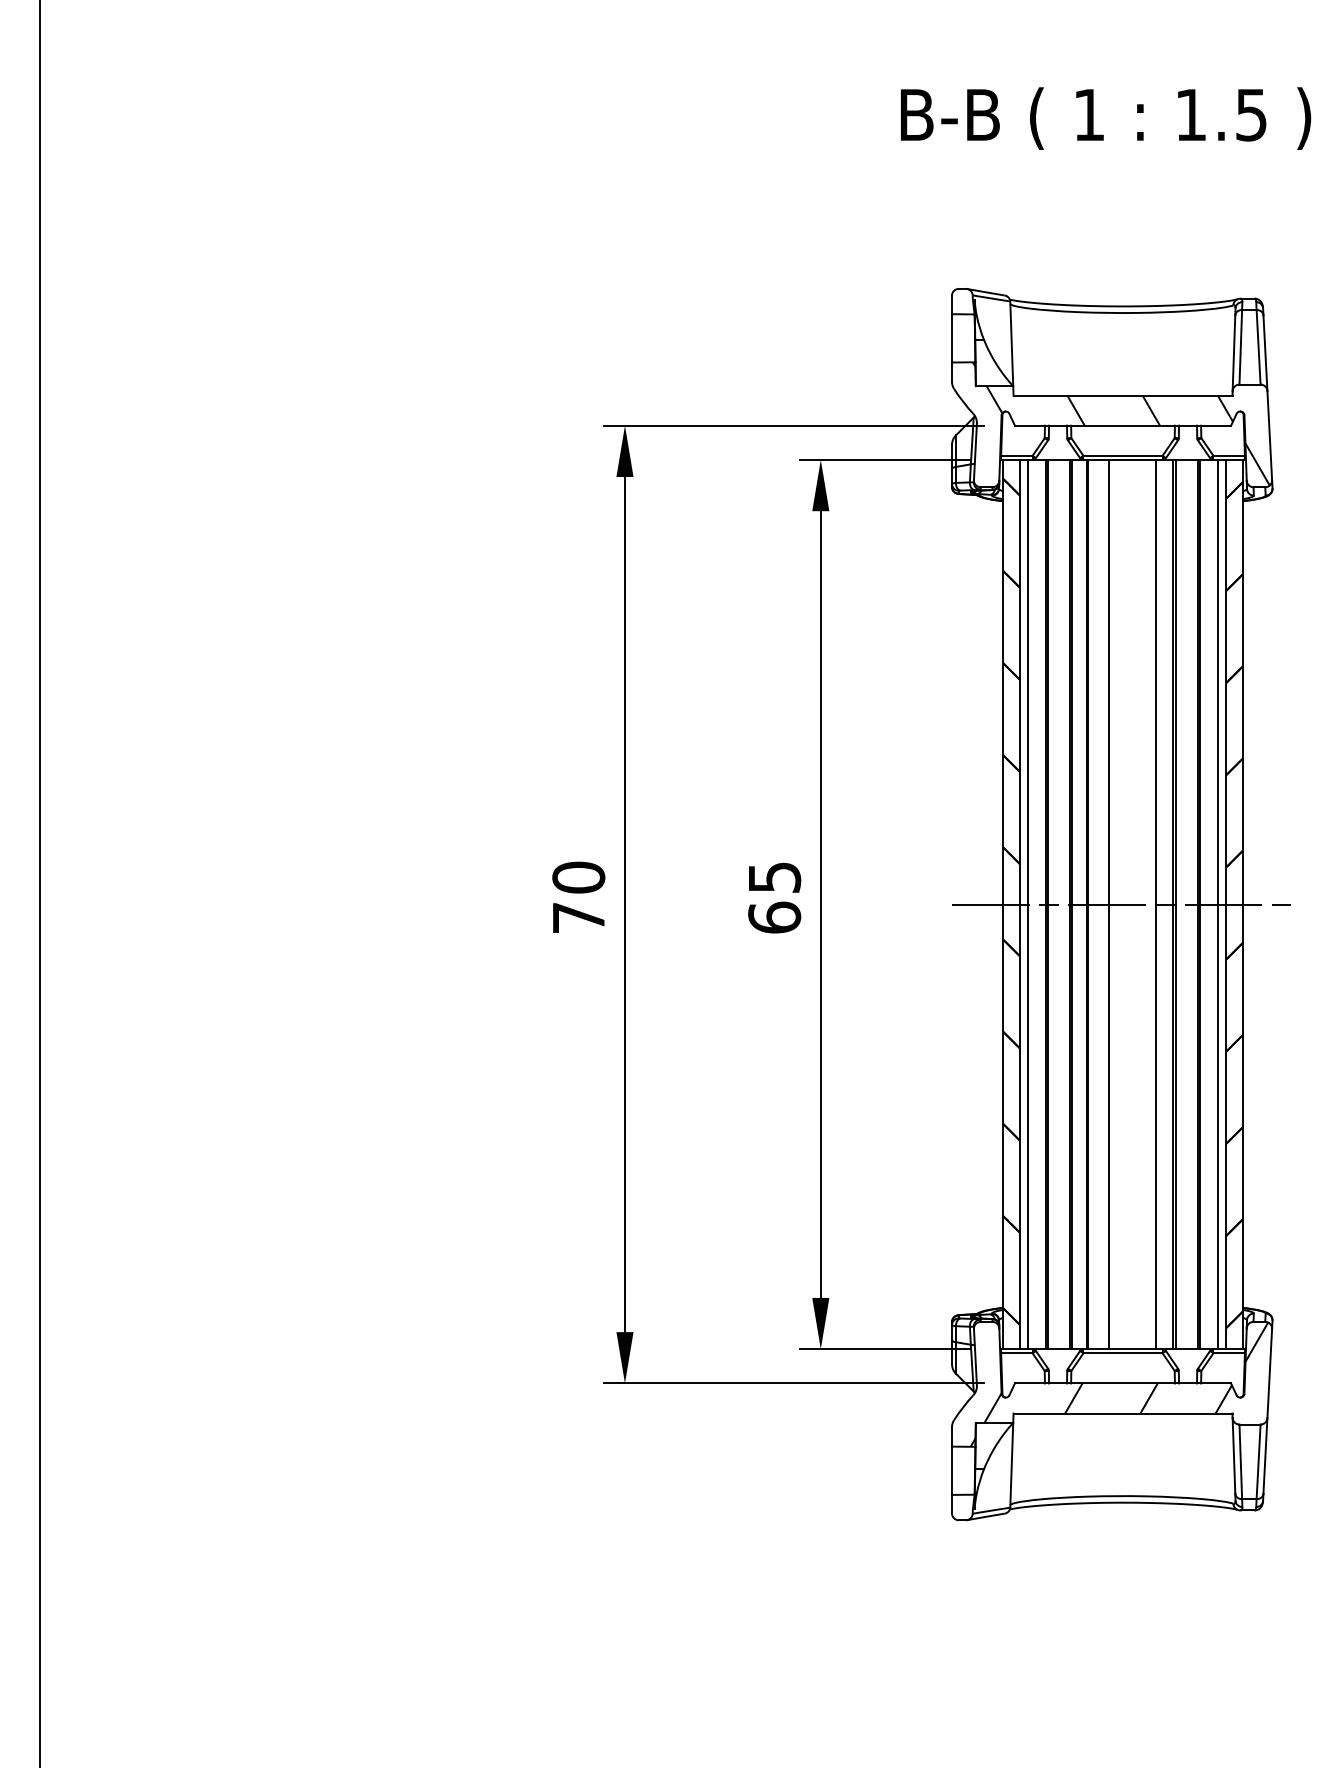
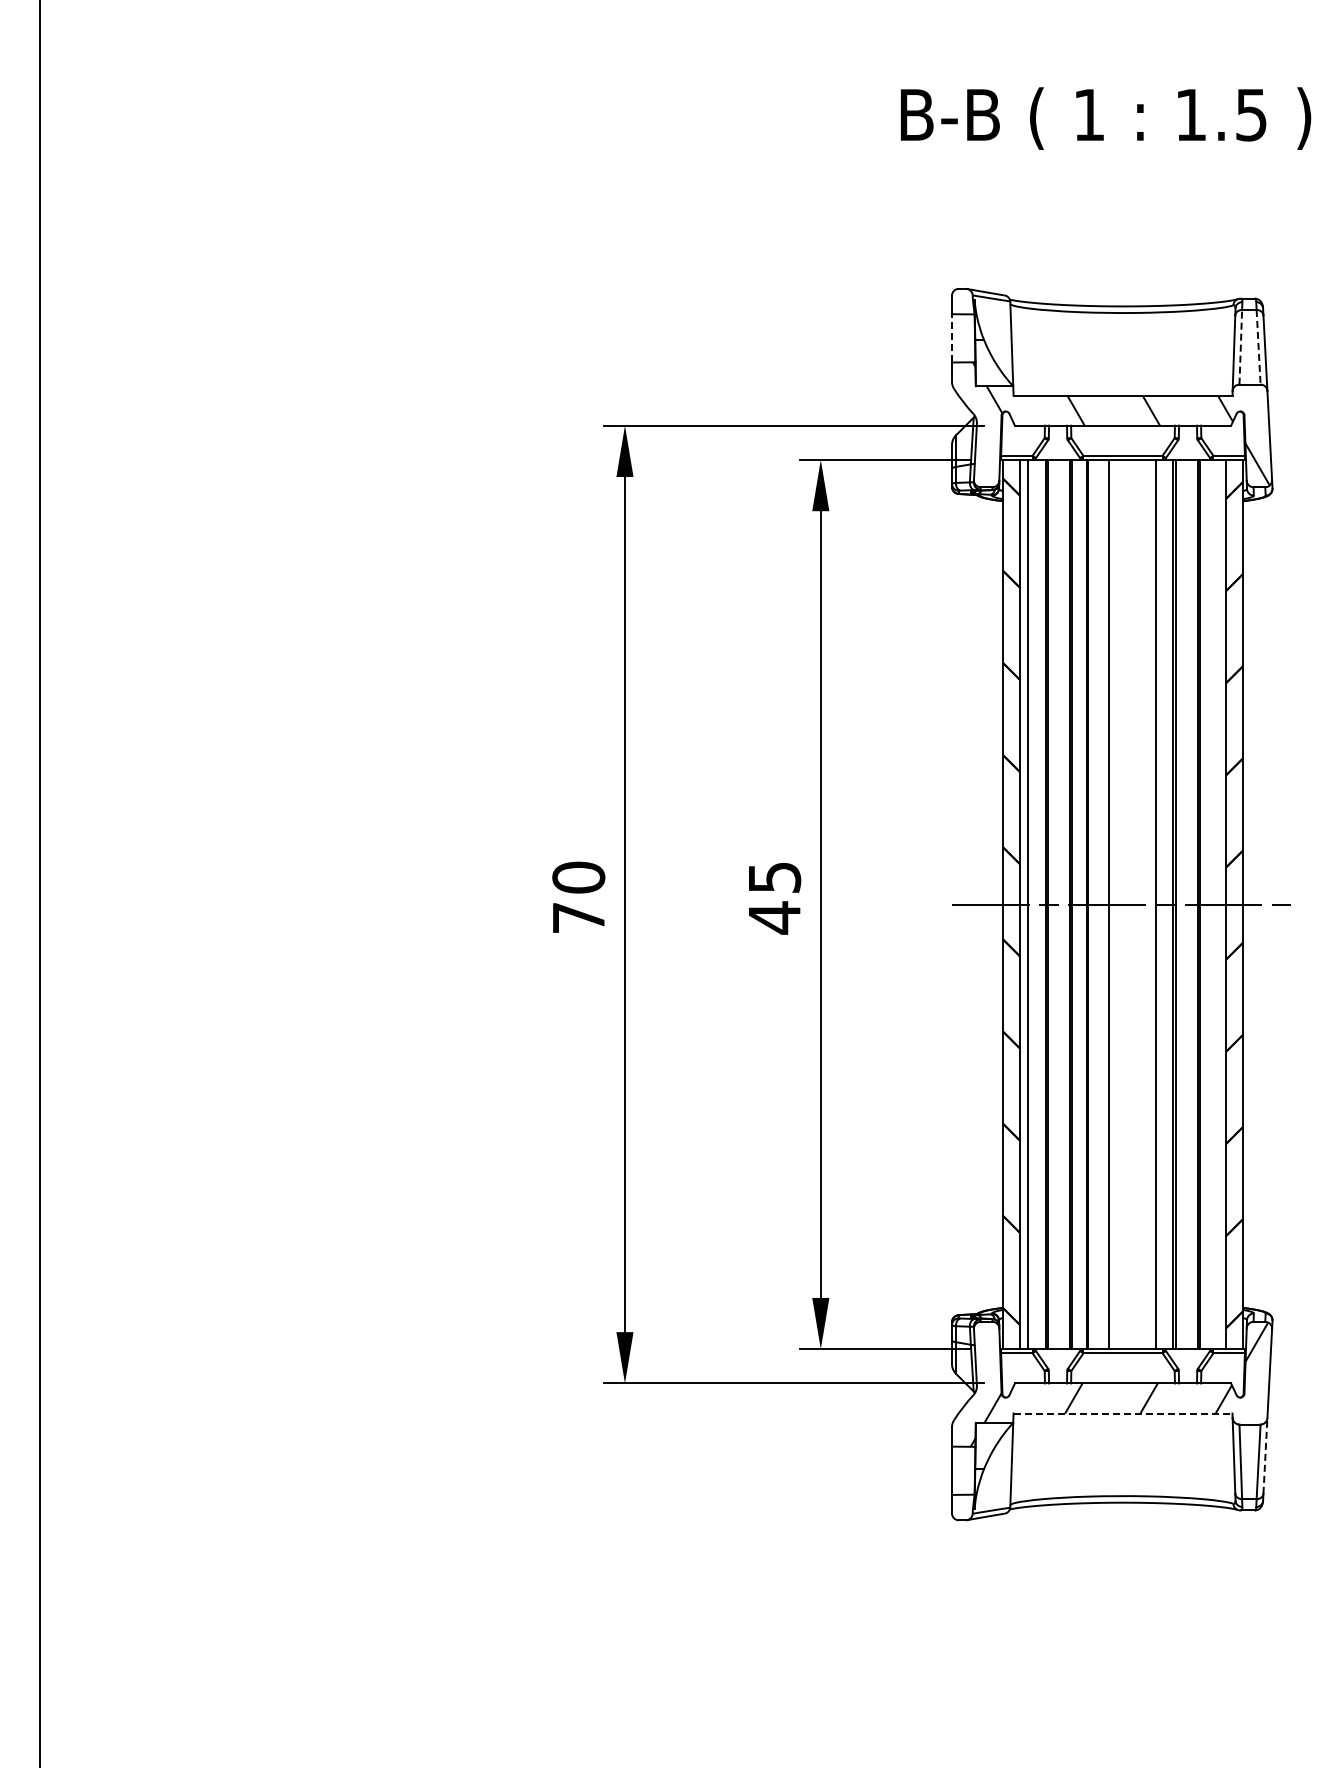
line at (951, 337): solid -> dashed
line at (1240, 346): solid -> dashed
line at (1258, 347): solid -> dashed
line at (1217, 904): present -> none
text at (774, 917): 65 -> 45
line at (1123, 1413): solid -> dashed
line at (1265, 1455): solid -> dashed
